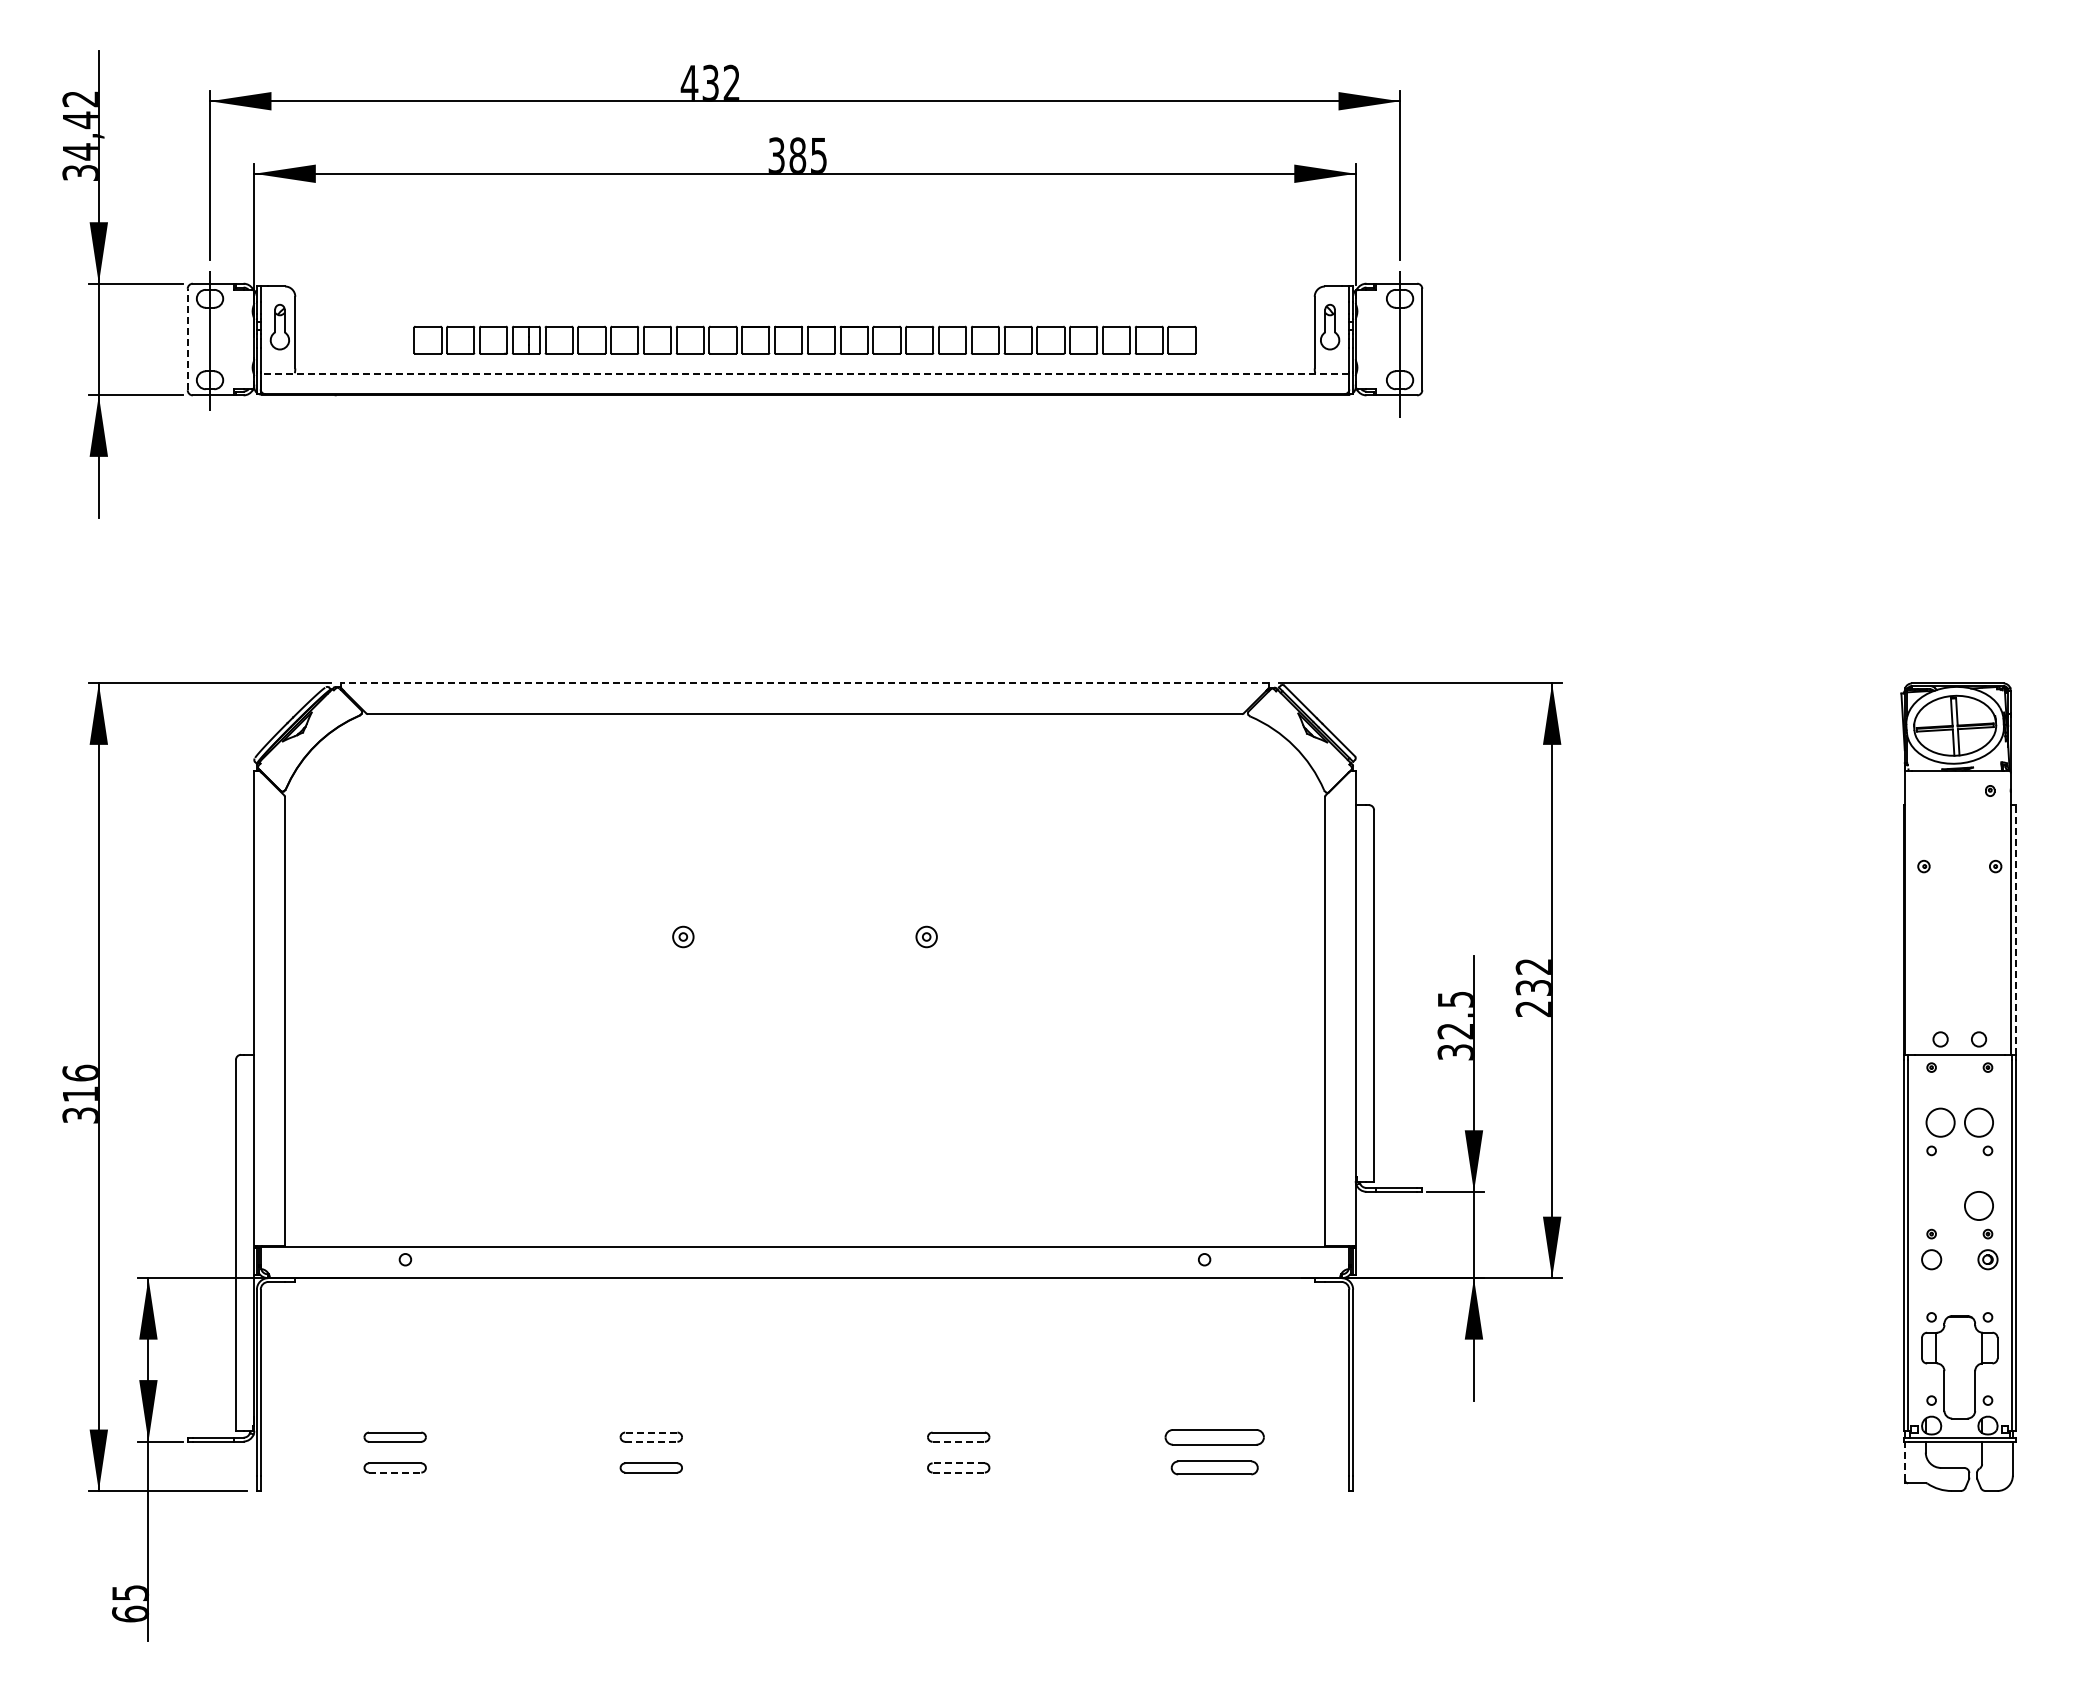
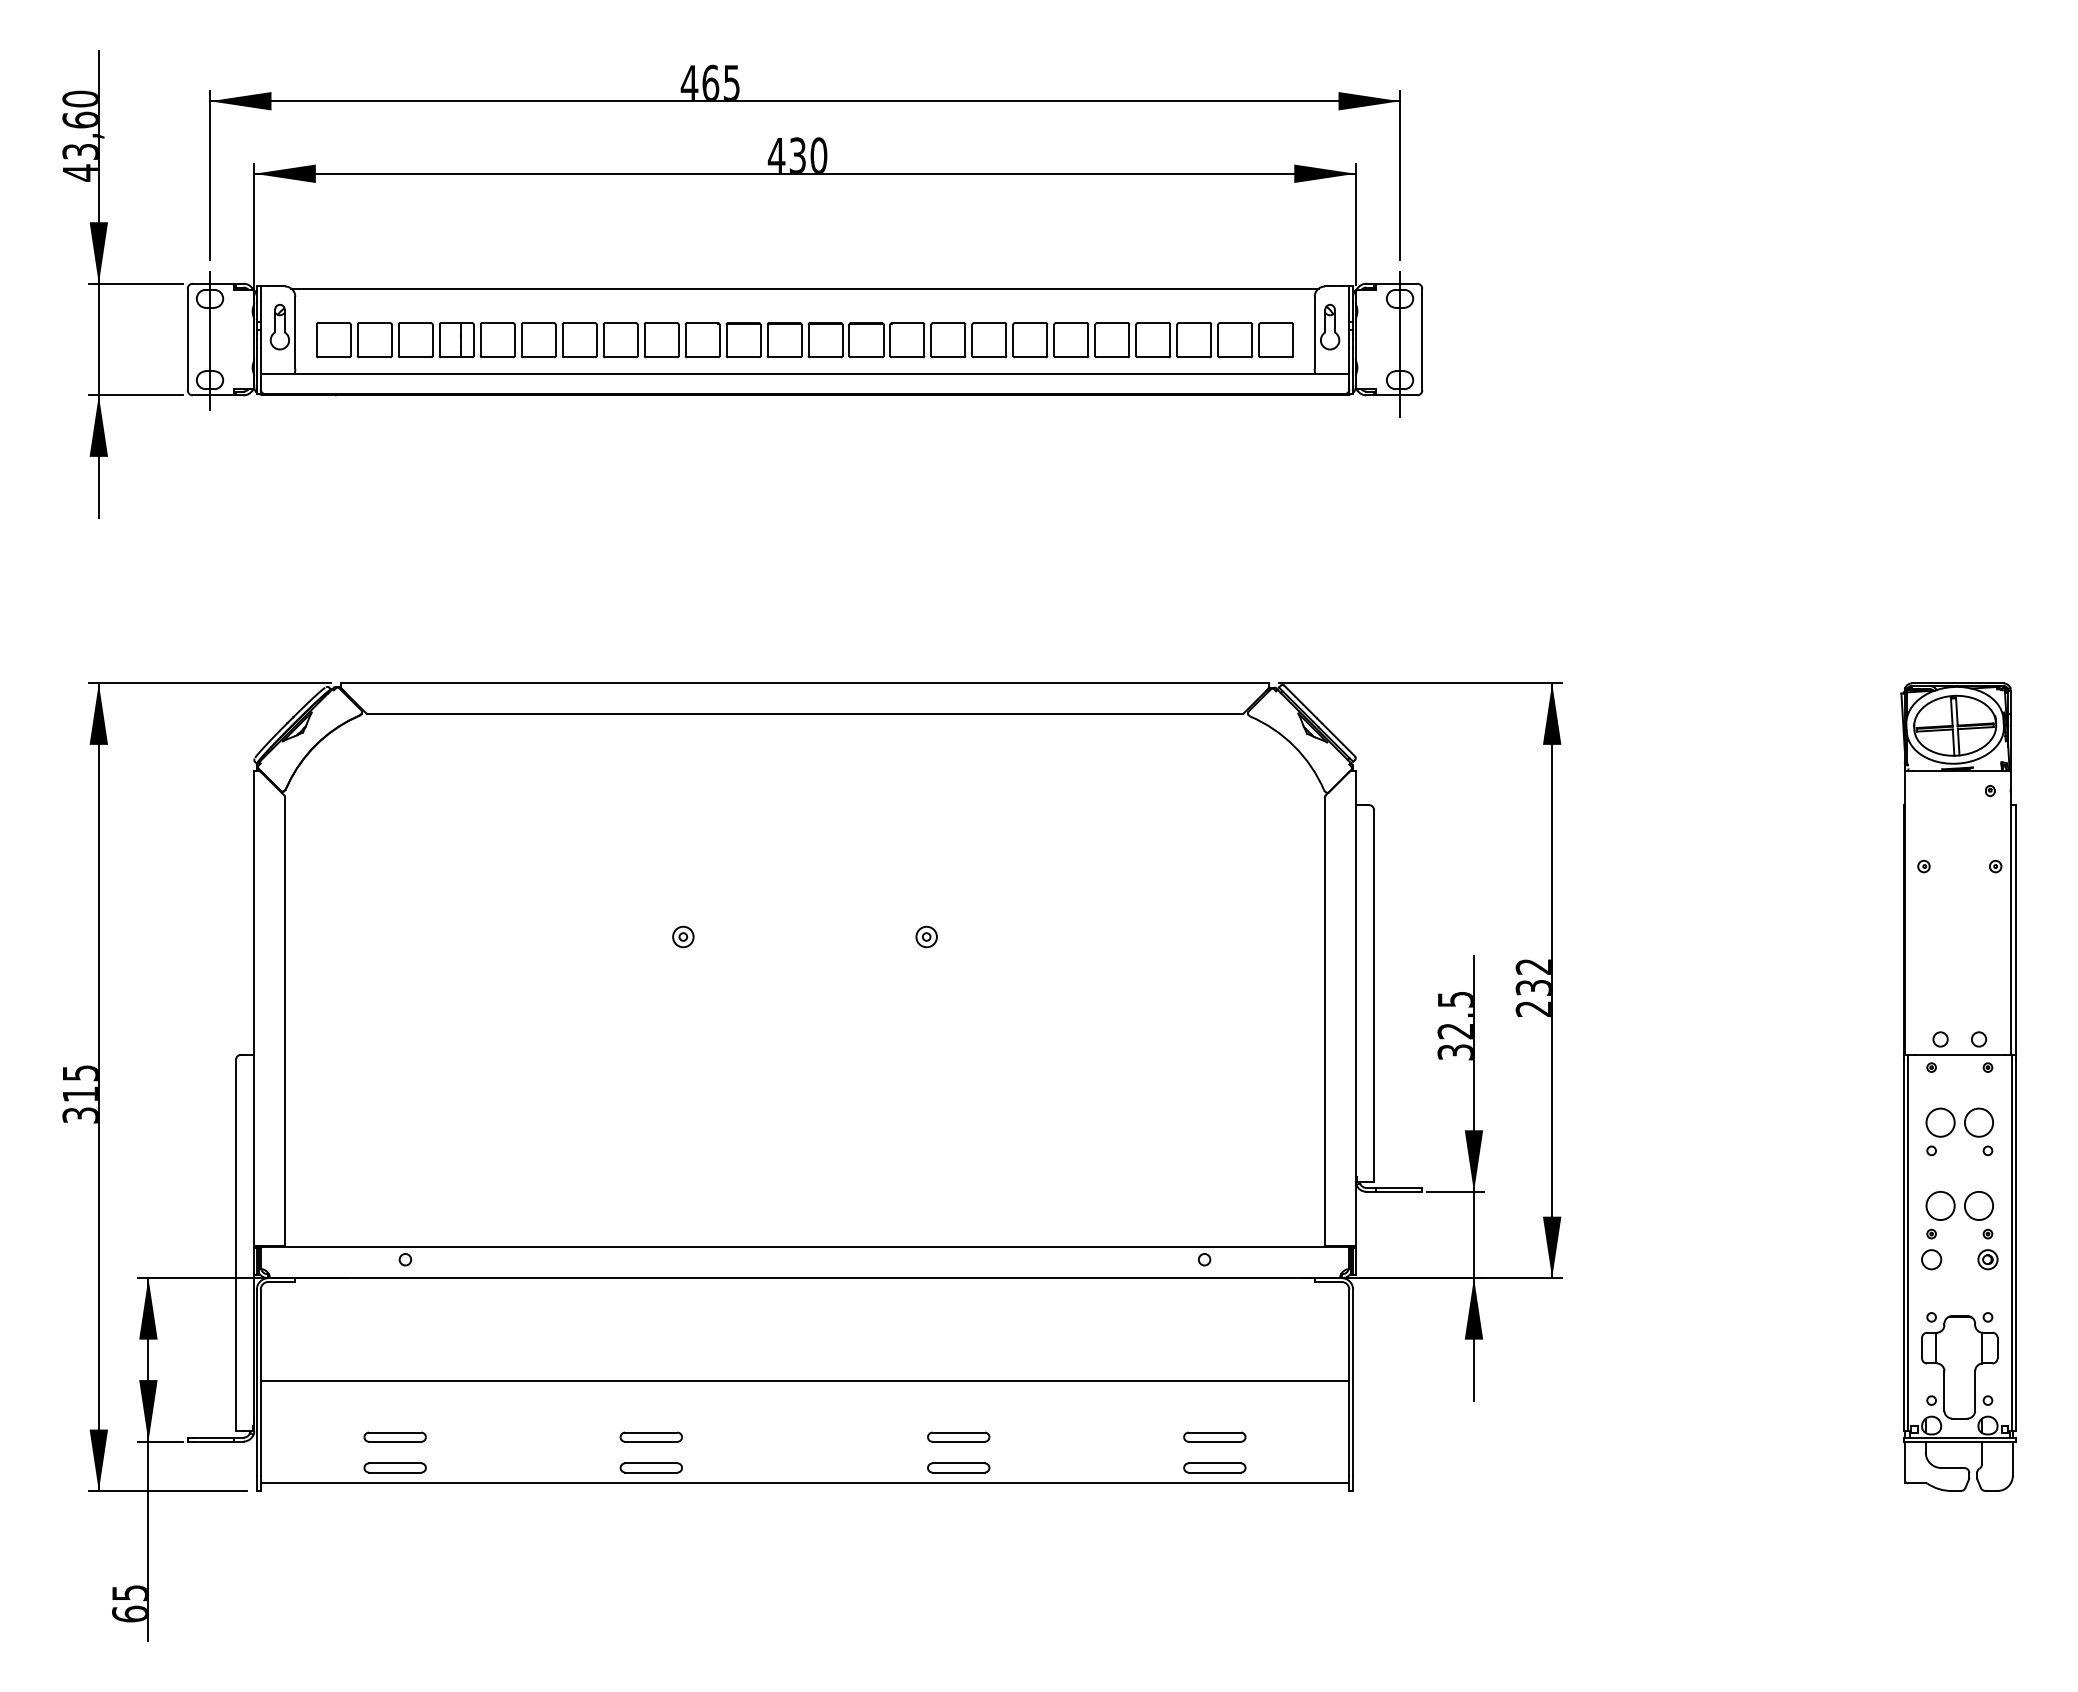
text at (720, 81): 432 -> 465
text at (79, 135): 34,42 -> 43,60
text at (797, 154): 385 -> 430
line at (804, 288): none -> present
line at (187, 339): dashed -> solid
part at (804, 339) size: 784x30 px -> 980x37 px
line at (804, 373): dashed -> solid
line at (805, 683): dashed -> solid
line at (2015, 929): dashed -> solid
text at (79, 1072): 316 -> 315
circle at (1940, 1205): none -> present
line at (804, 1380): none -> present
line at (650, 1432): dashed -> solid
part at (1214, 1437) size: 101x17 px -> 64x12 px
line at (651, 1441): dashed -> solid
line at (959, 1441): dashed -> solid
line at (1905, 1461): dashed -> solid
line at (958, 1463): dashed -> solid
part at (1214, 1467) size: 89x16 px -> 64x12 px
line at (395, 1472): dashed -> solid
line at (959, 1472): dashed -> solid
line at (804, 1483): none -> present
